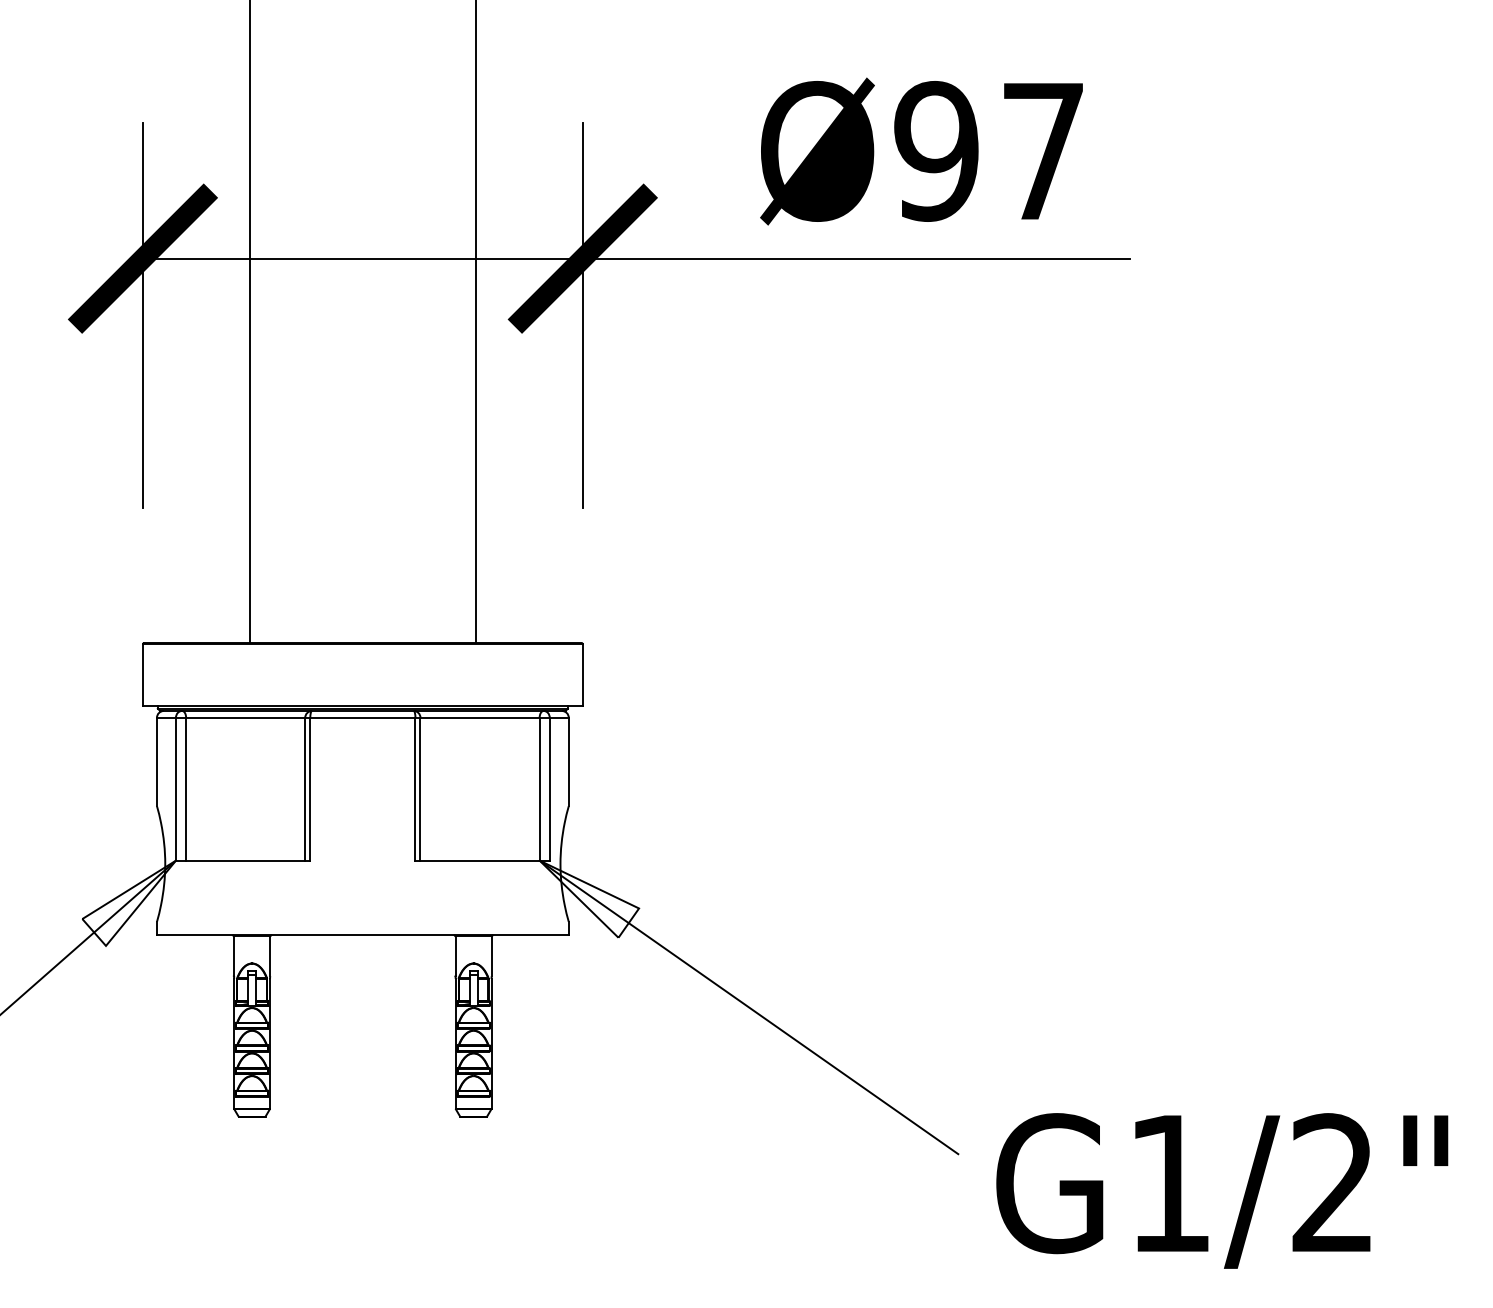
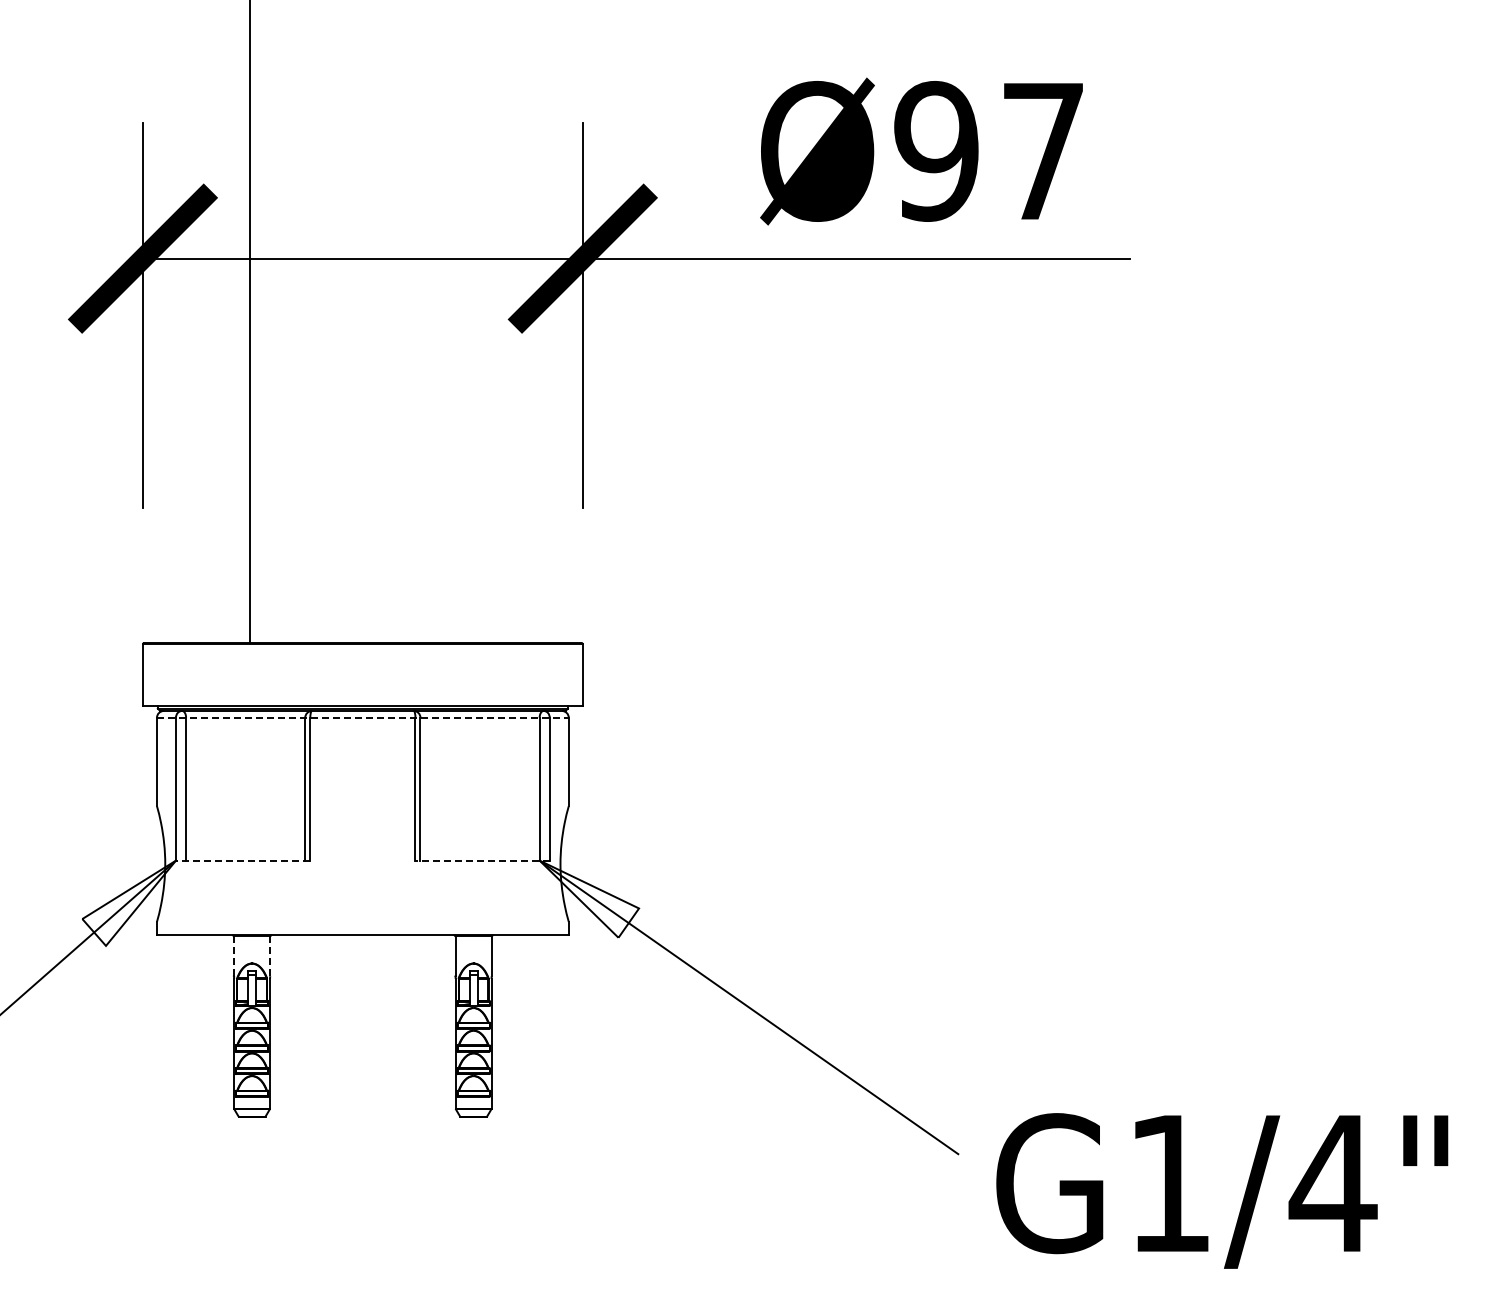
line at (476, 322): present -> none
line at (362, 717): solid -> dashed
line at (242, 860): solid -> dashed
line at (482, 860): solid -> dashed
line at (233, 956): solid -> dashed
line at (270, 956): solid -> dashed
text at (1332, 1182): G1/2" -> G1/4"
